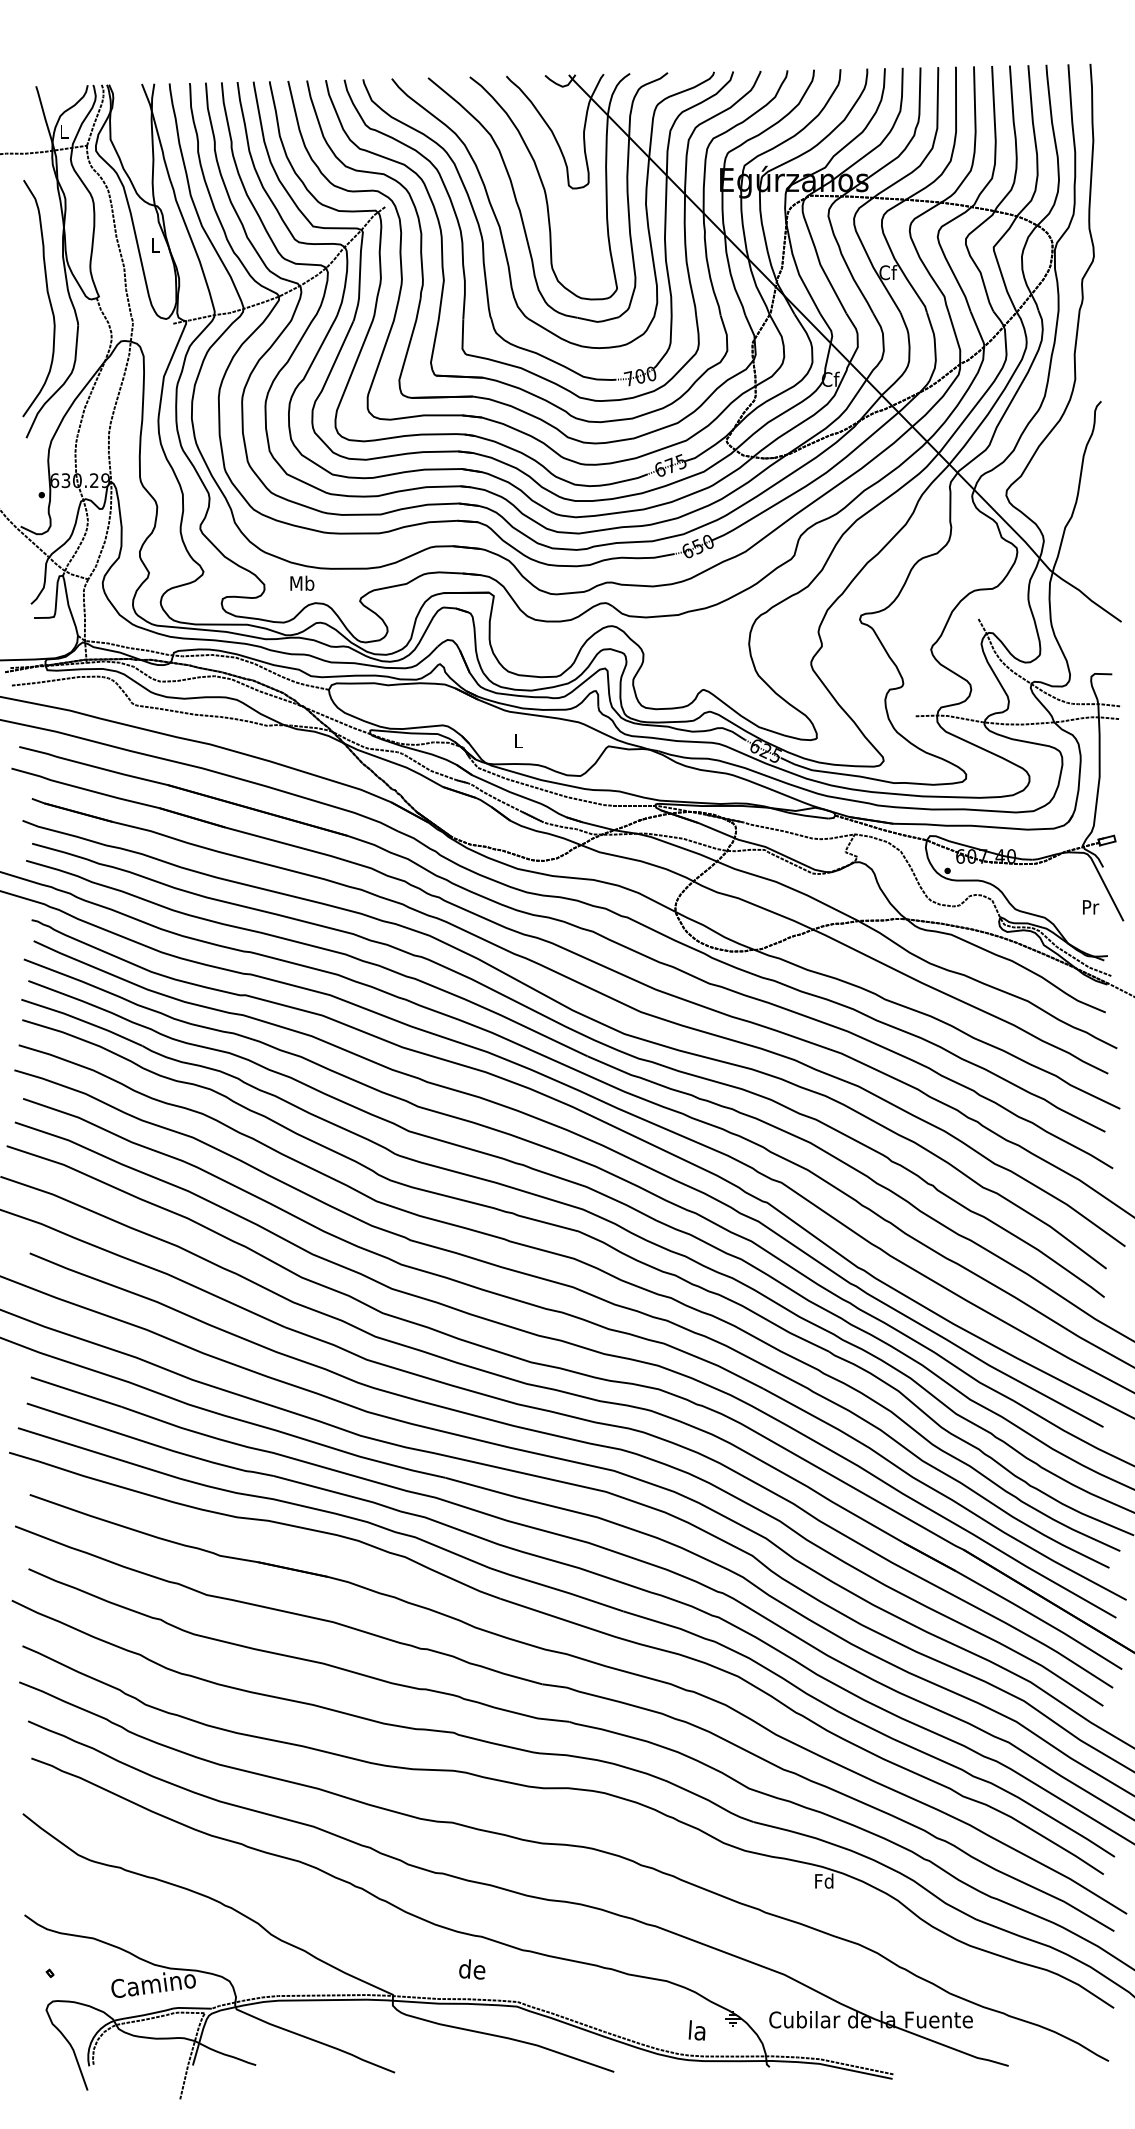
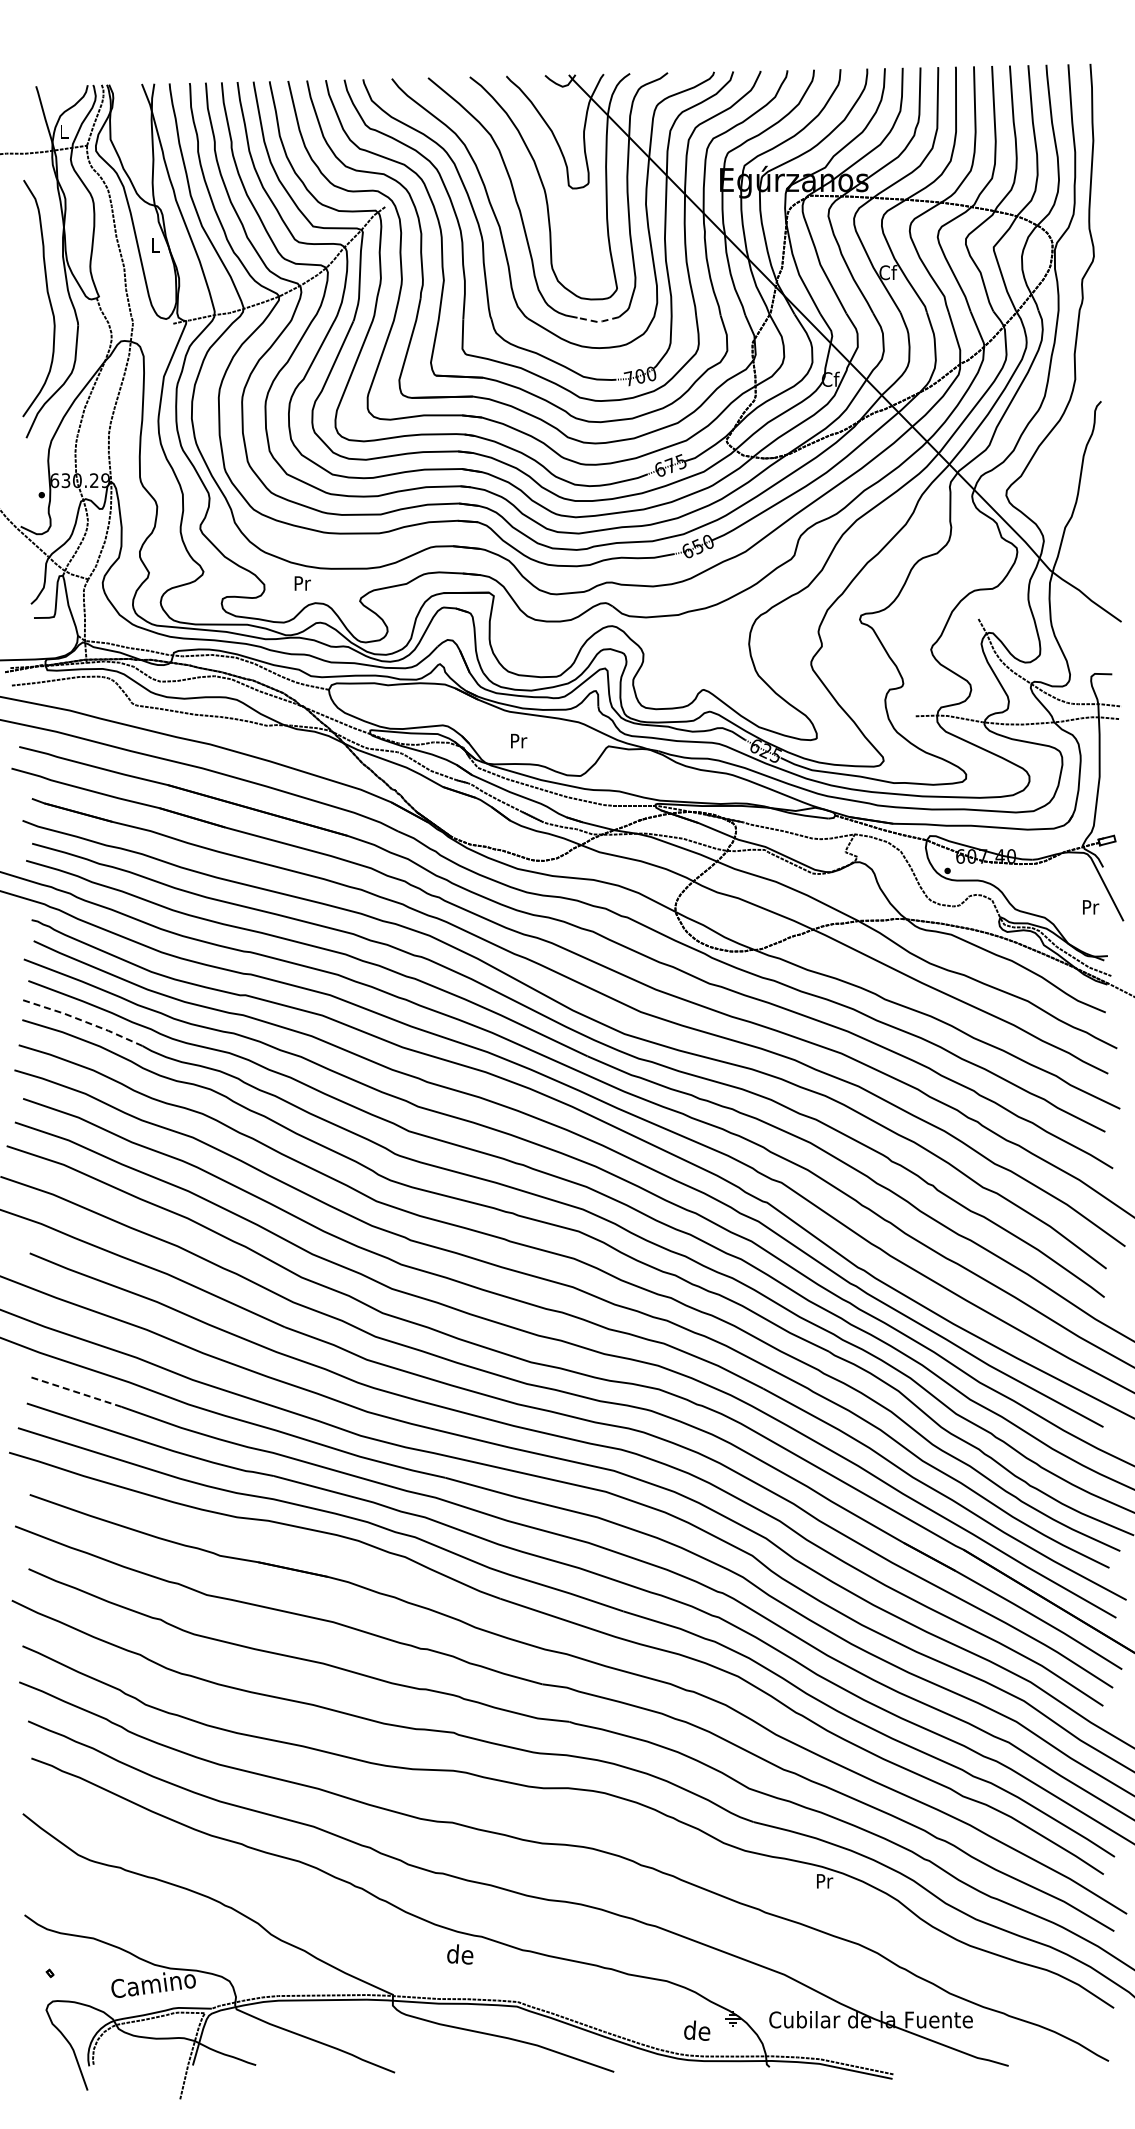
line at (598, 321): solid -> dashed
text at (302, 582): Mb -> Pr
text at (519, 740): L -> Pr
line at (82, 1020): solid -> dashed
line at (76, 1392): solid -> dashed
text at (824, 1880): Fd -> Pr
text at (472, 1969) position: (472, 1969) -> (460, 1954)
text at (697, 2030): la -> de
